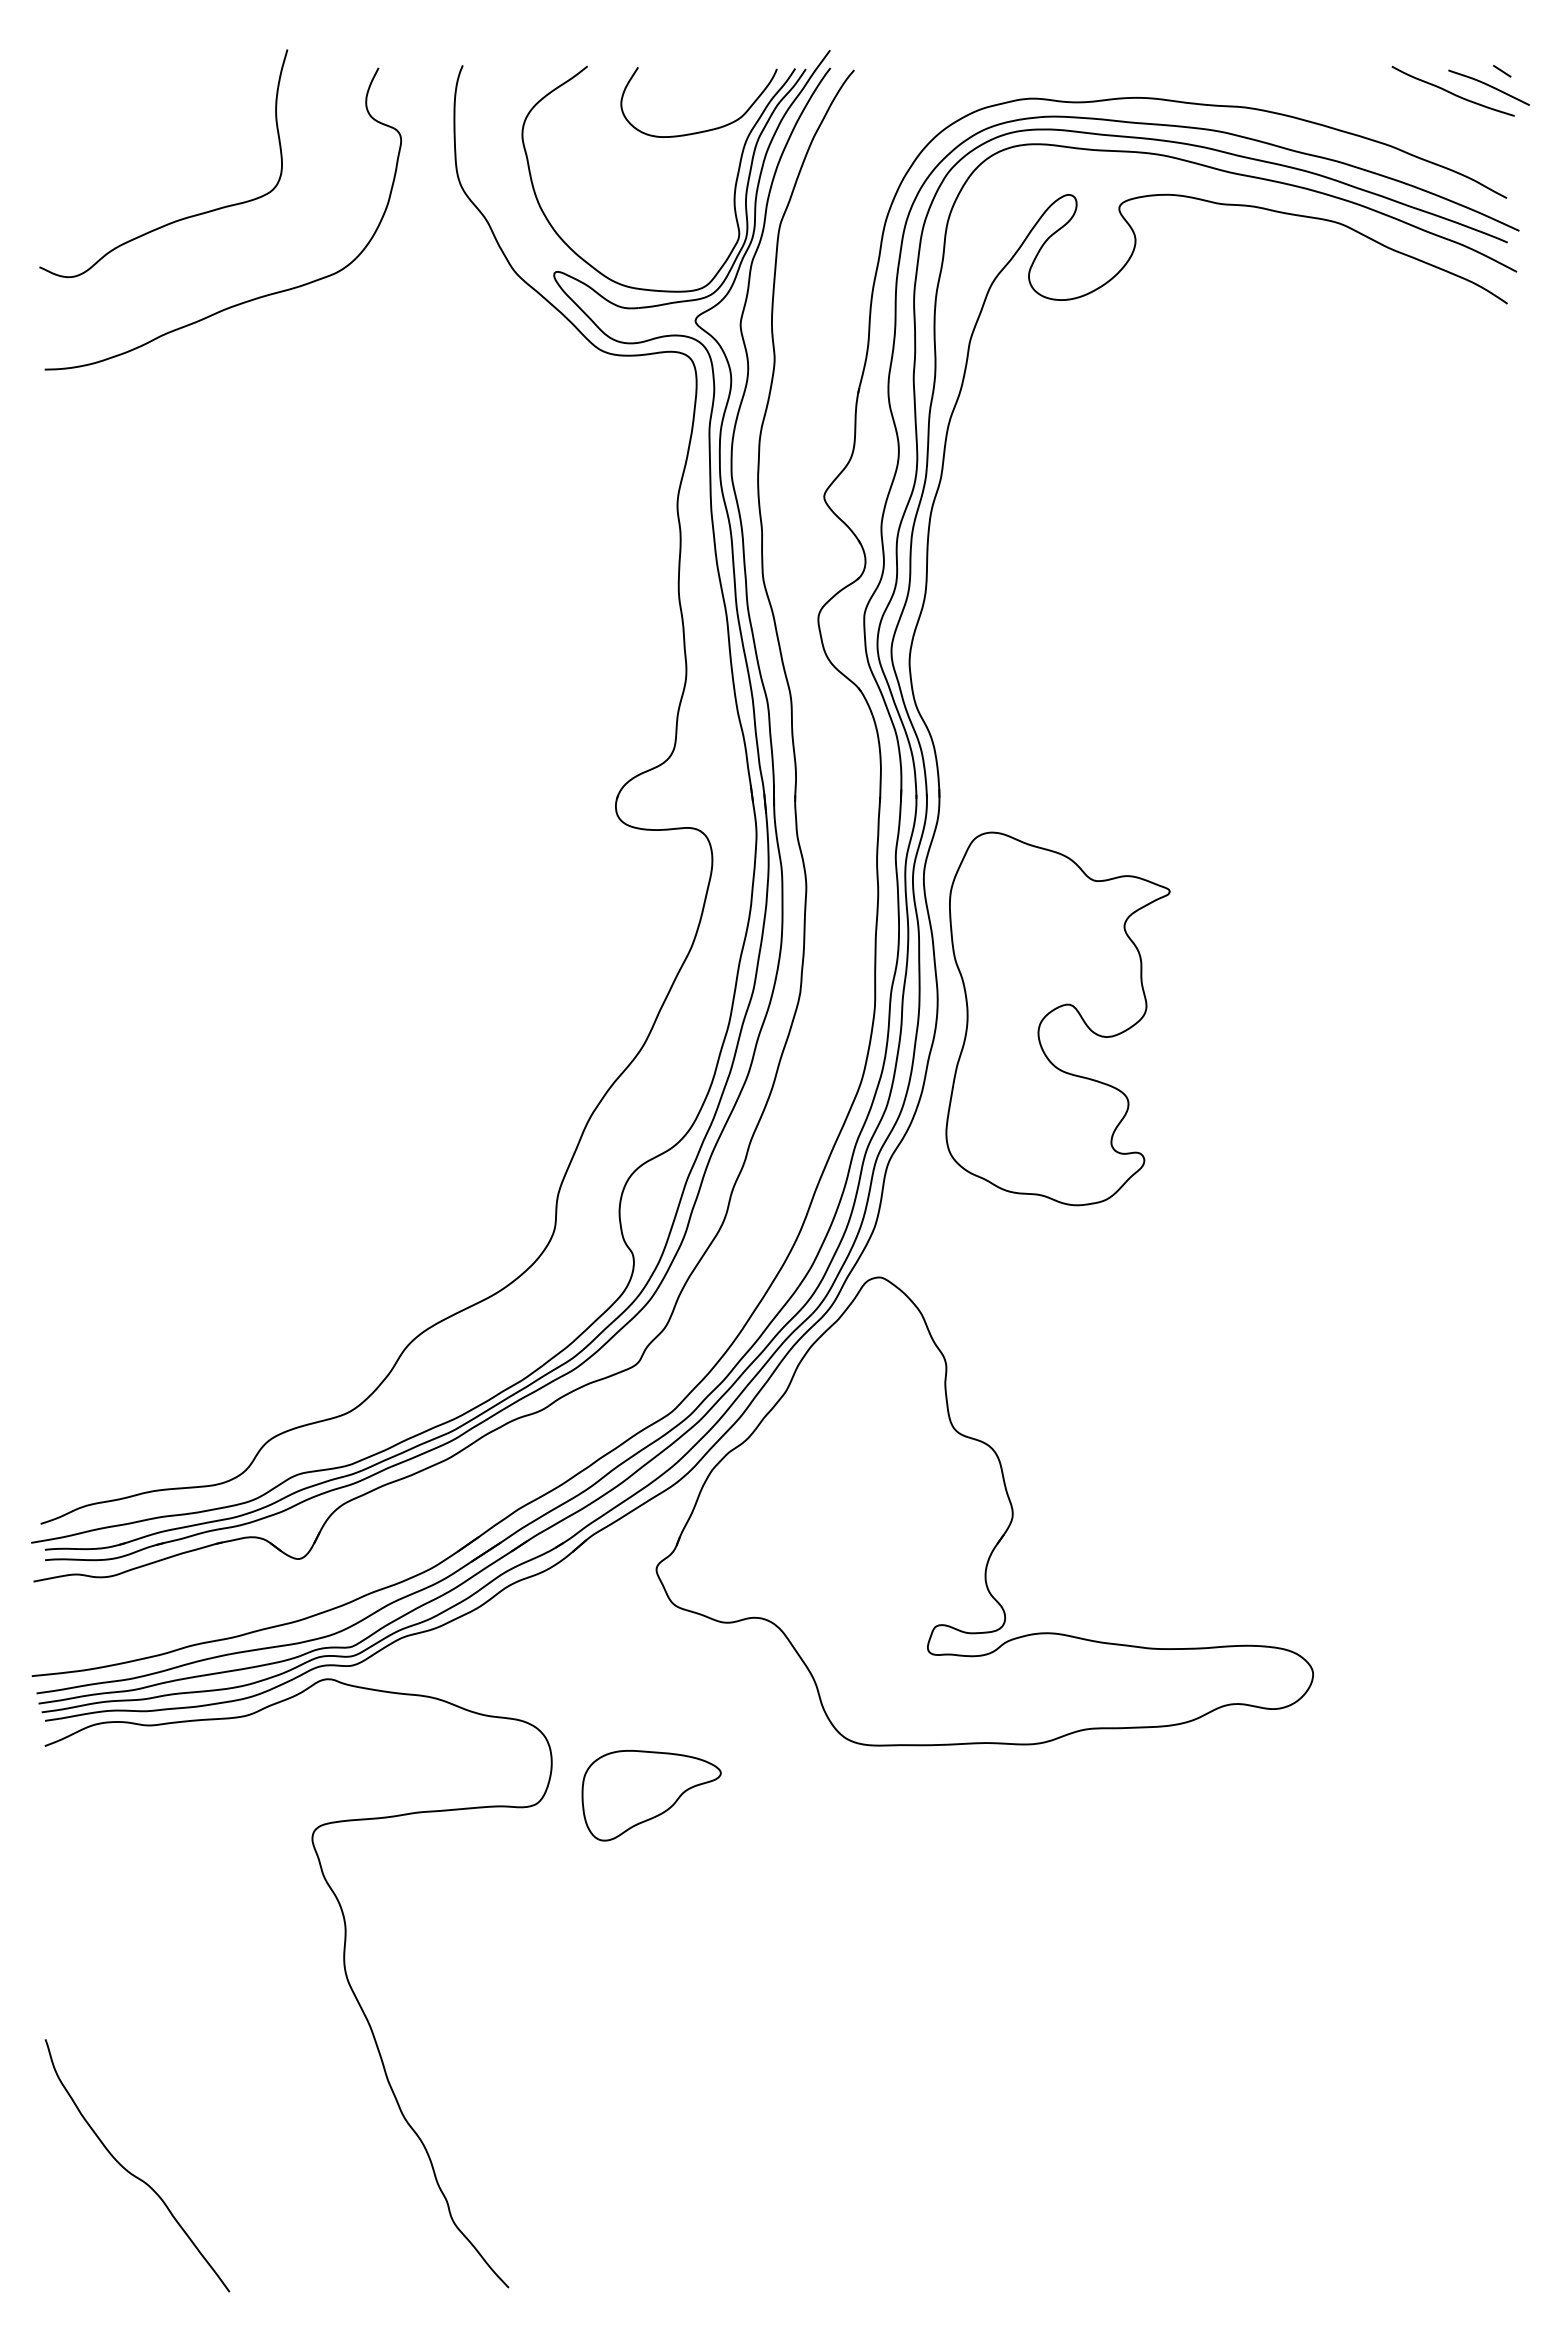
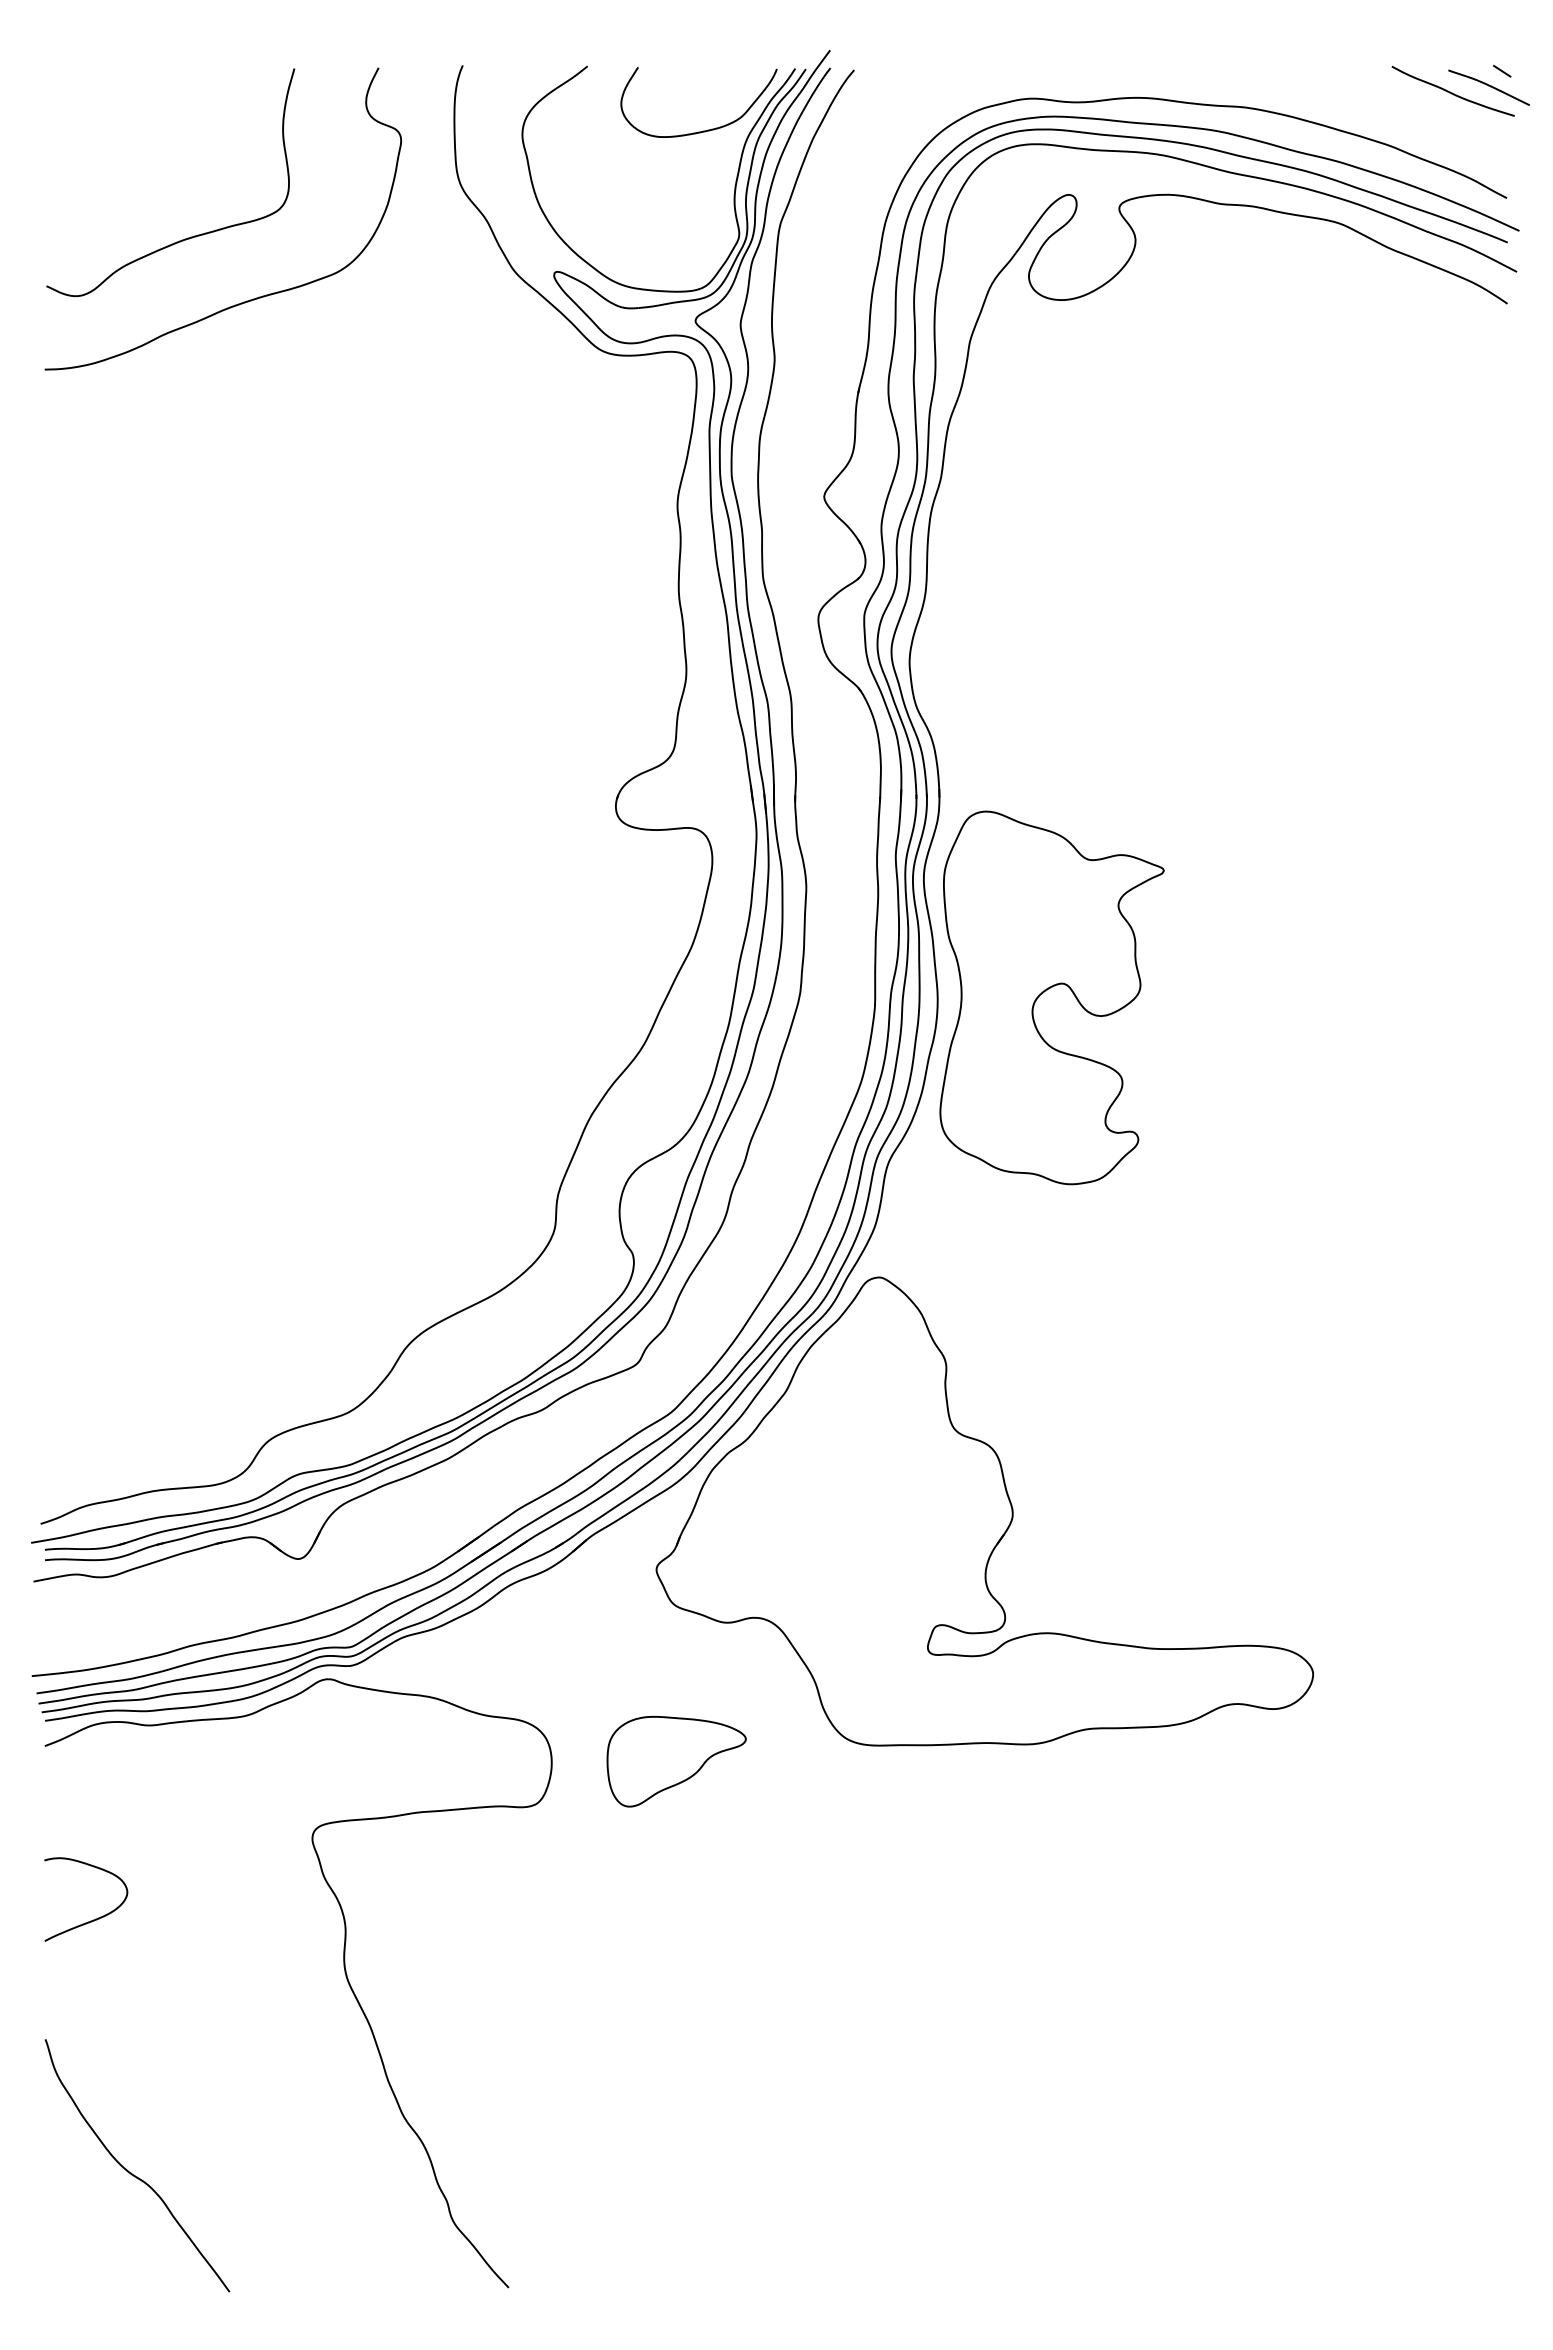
curve at (180, 218) position: (180, 218) -> (187, 237)
part at (1053, 1011) position: (1053, 1011) -> (1047, 990)
part at (651, 1795) position: (651, 1795) -> (676, 1761)
curve at (95, 1918): none -> present
